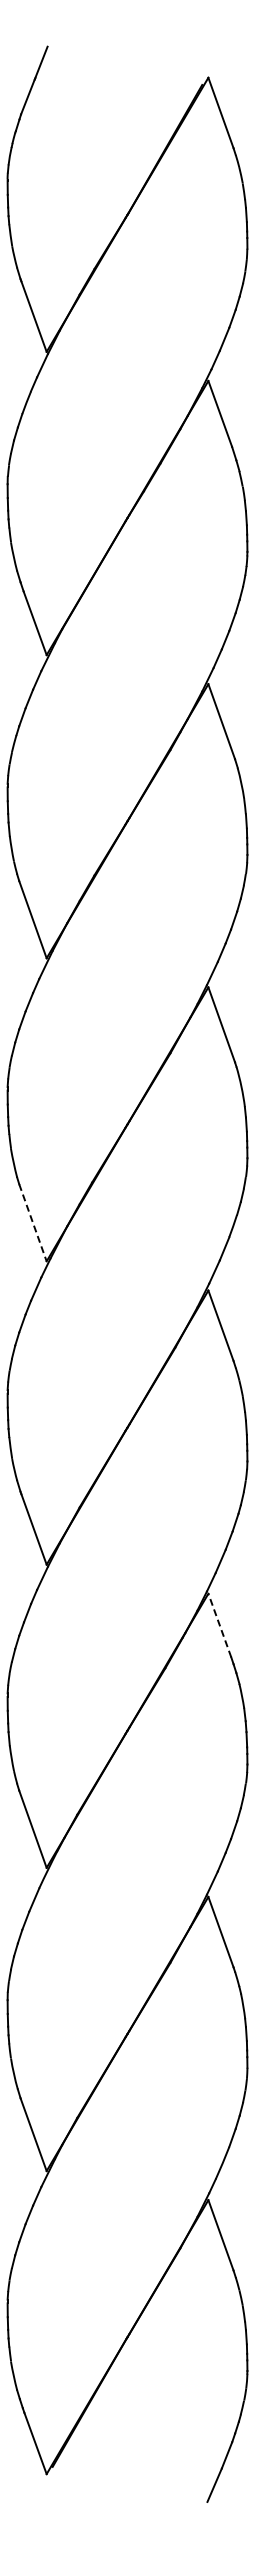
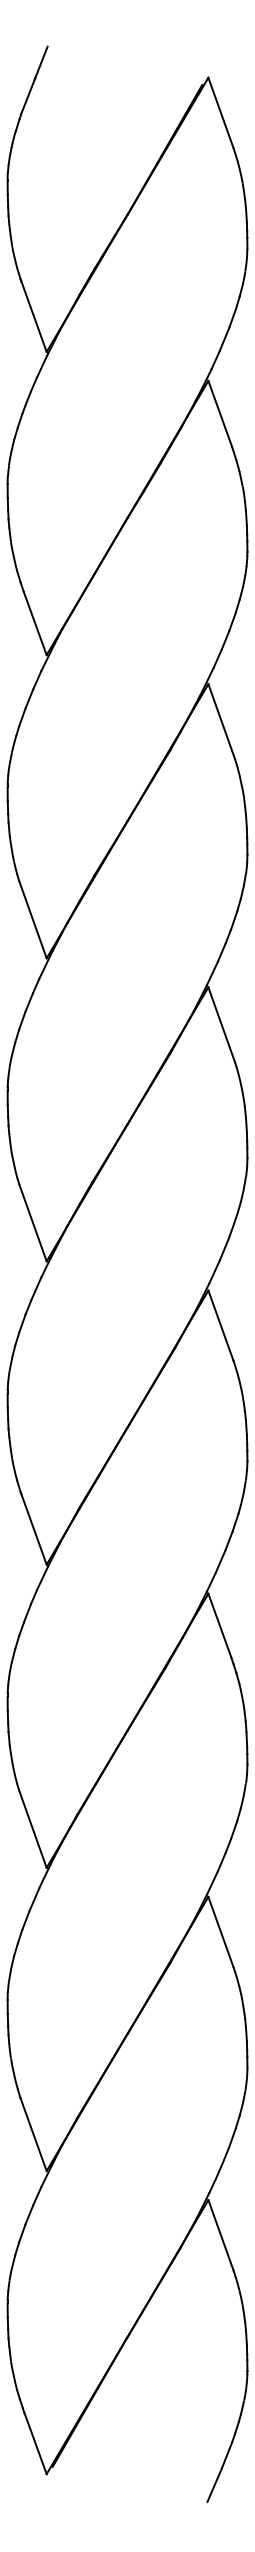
line at (32, 1222): dashed -> solid
line at (219, 1625): dashed -> solid
